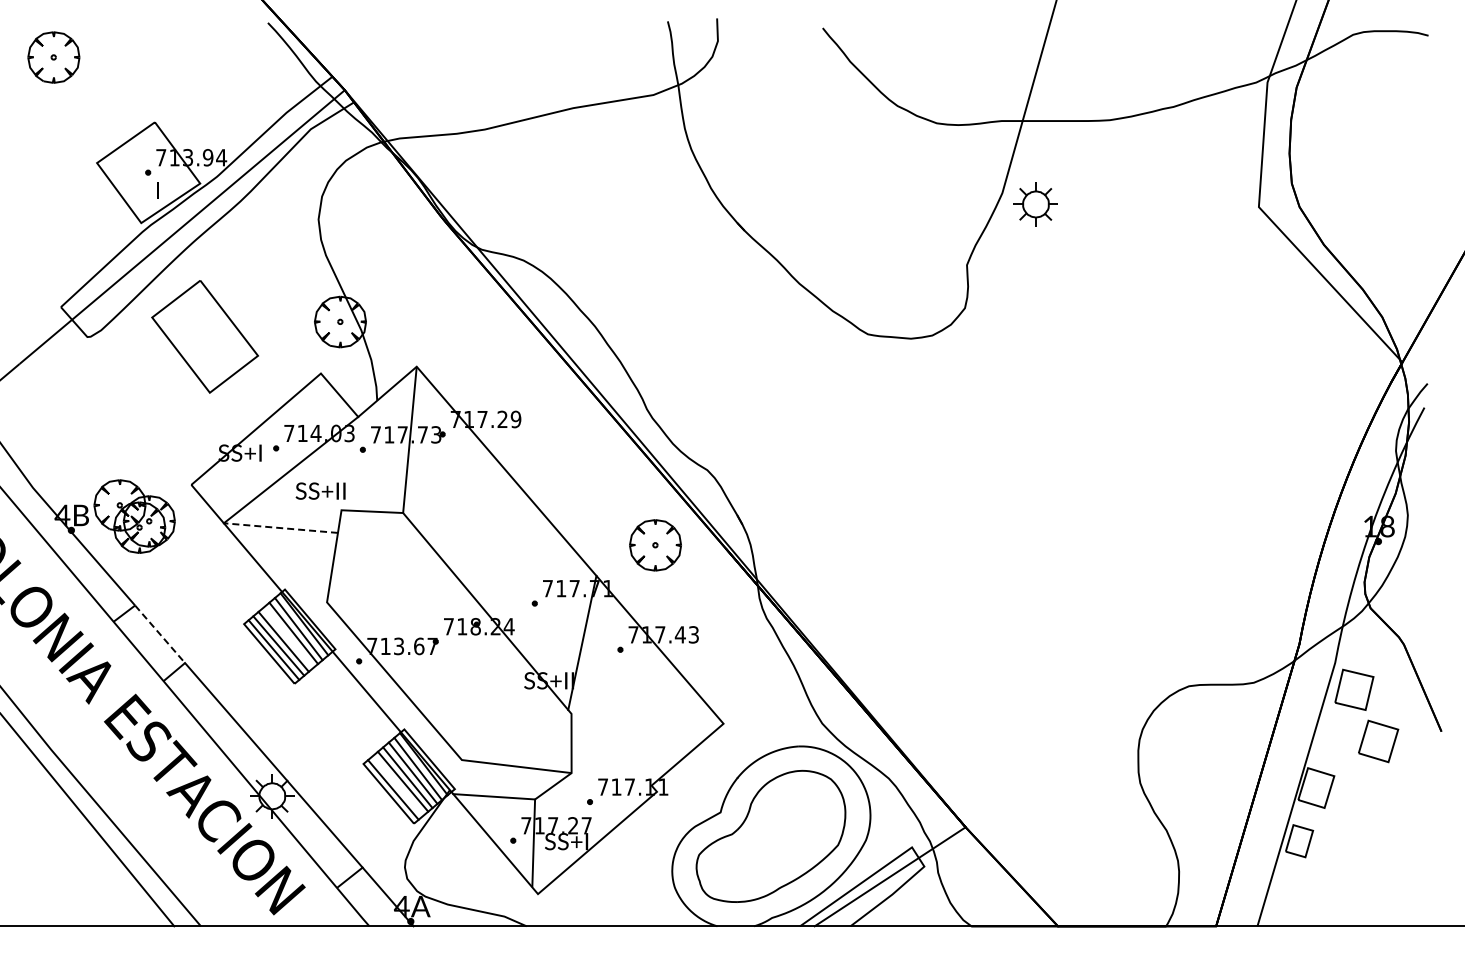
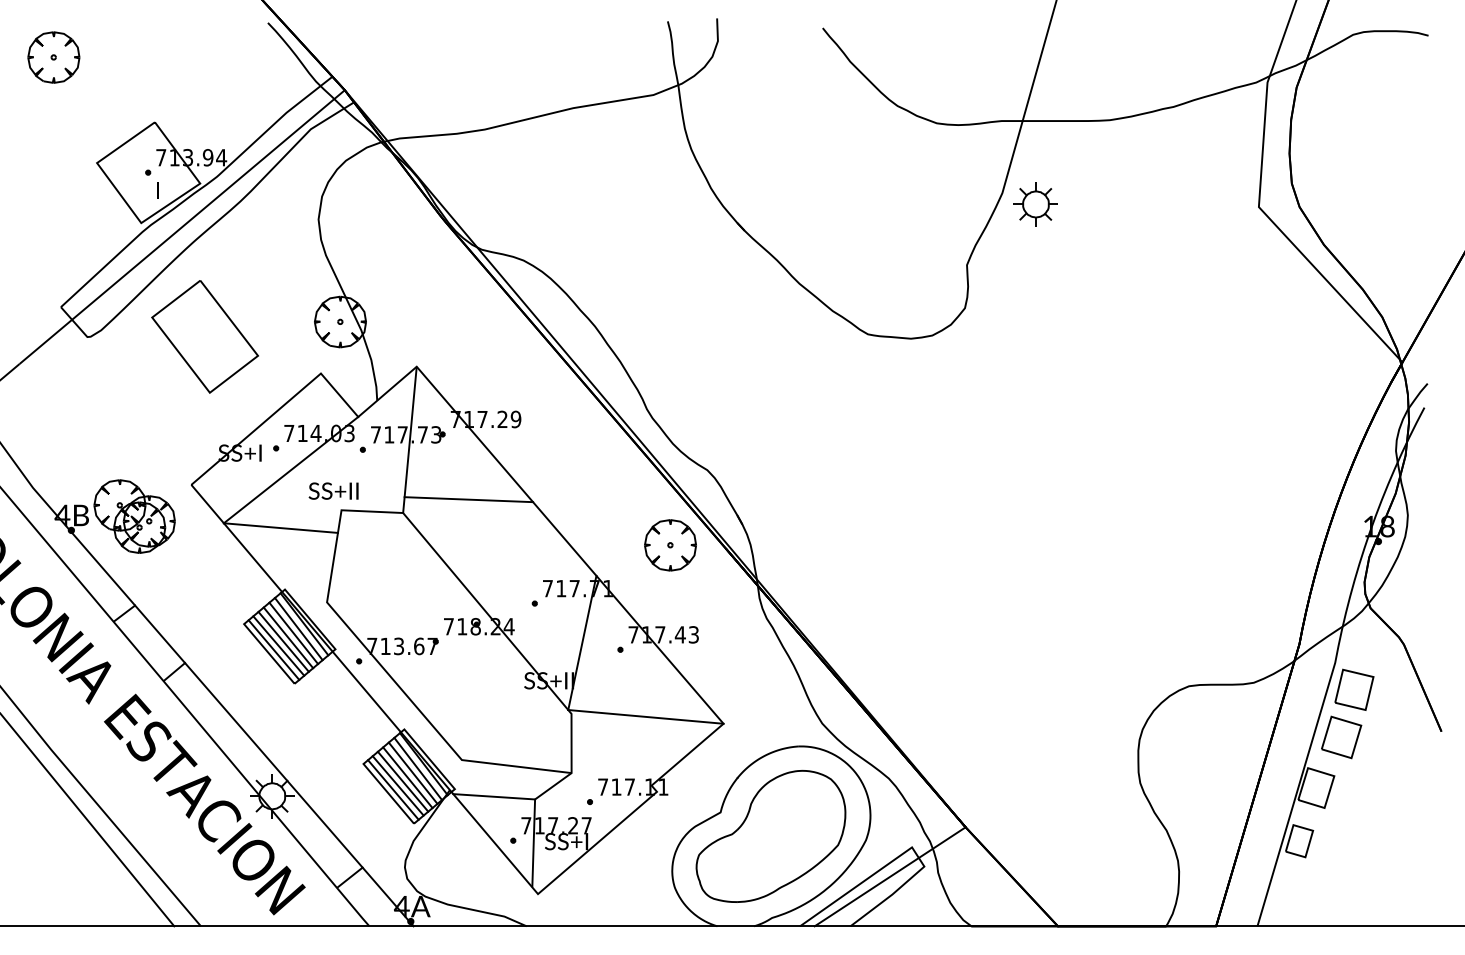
text at (320, 490) position: (320, 490) -> (333, 490)
line at (468, 499): none -> present
line at (280, 528): dashed -> solid
part at (655, 545) position: (655, 545) -> (670, 545)
line at (160, 634): dashed -> solid
line at (288, 637): none -> present
line at (645, 716): none -> present
part at (1378, 741) position: (1378, 741) -> (1341, 737)
line at (397, 785): none -> present
